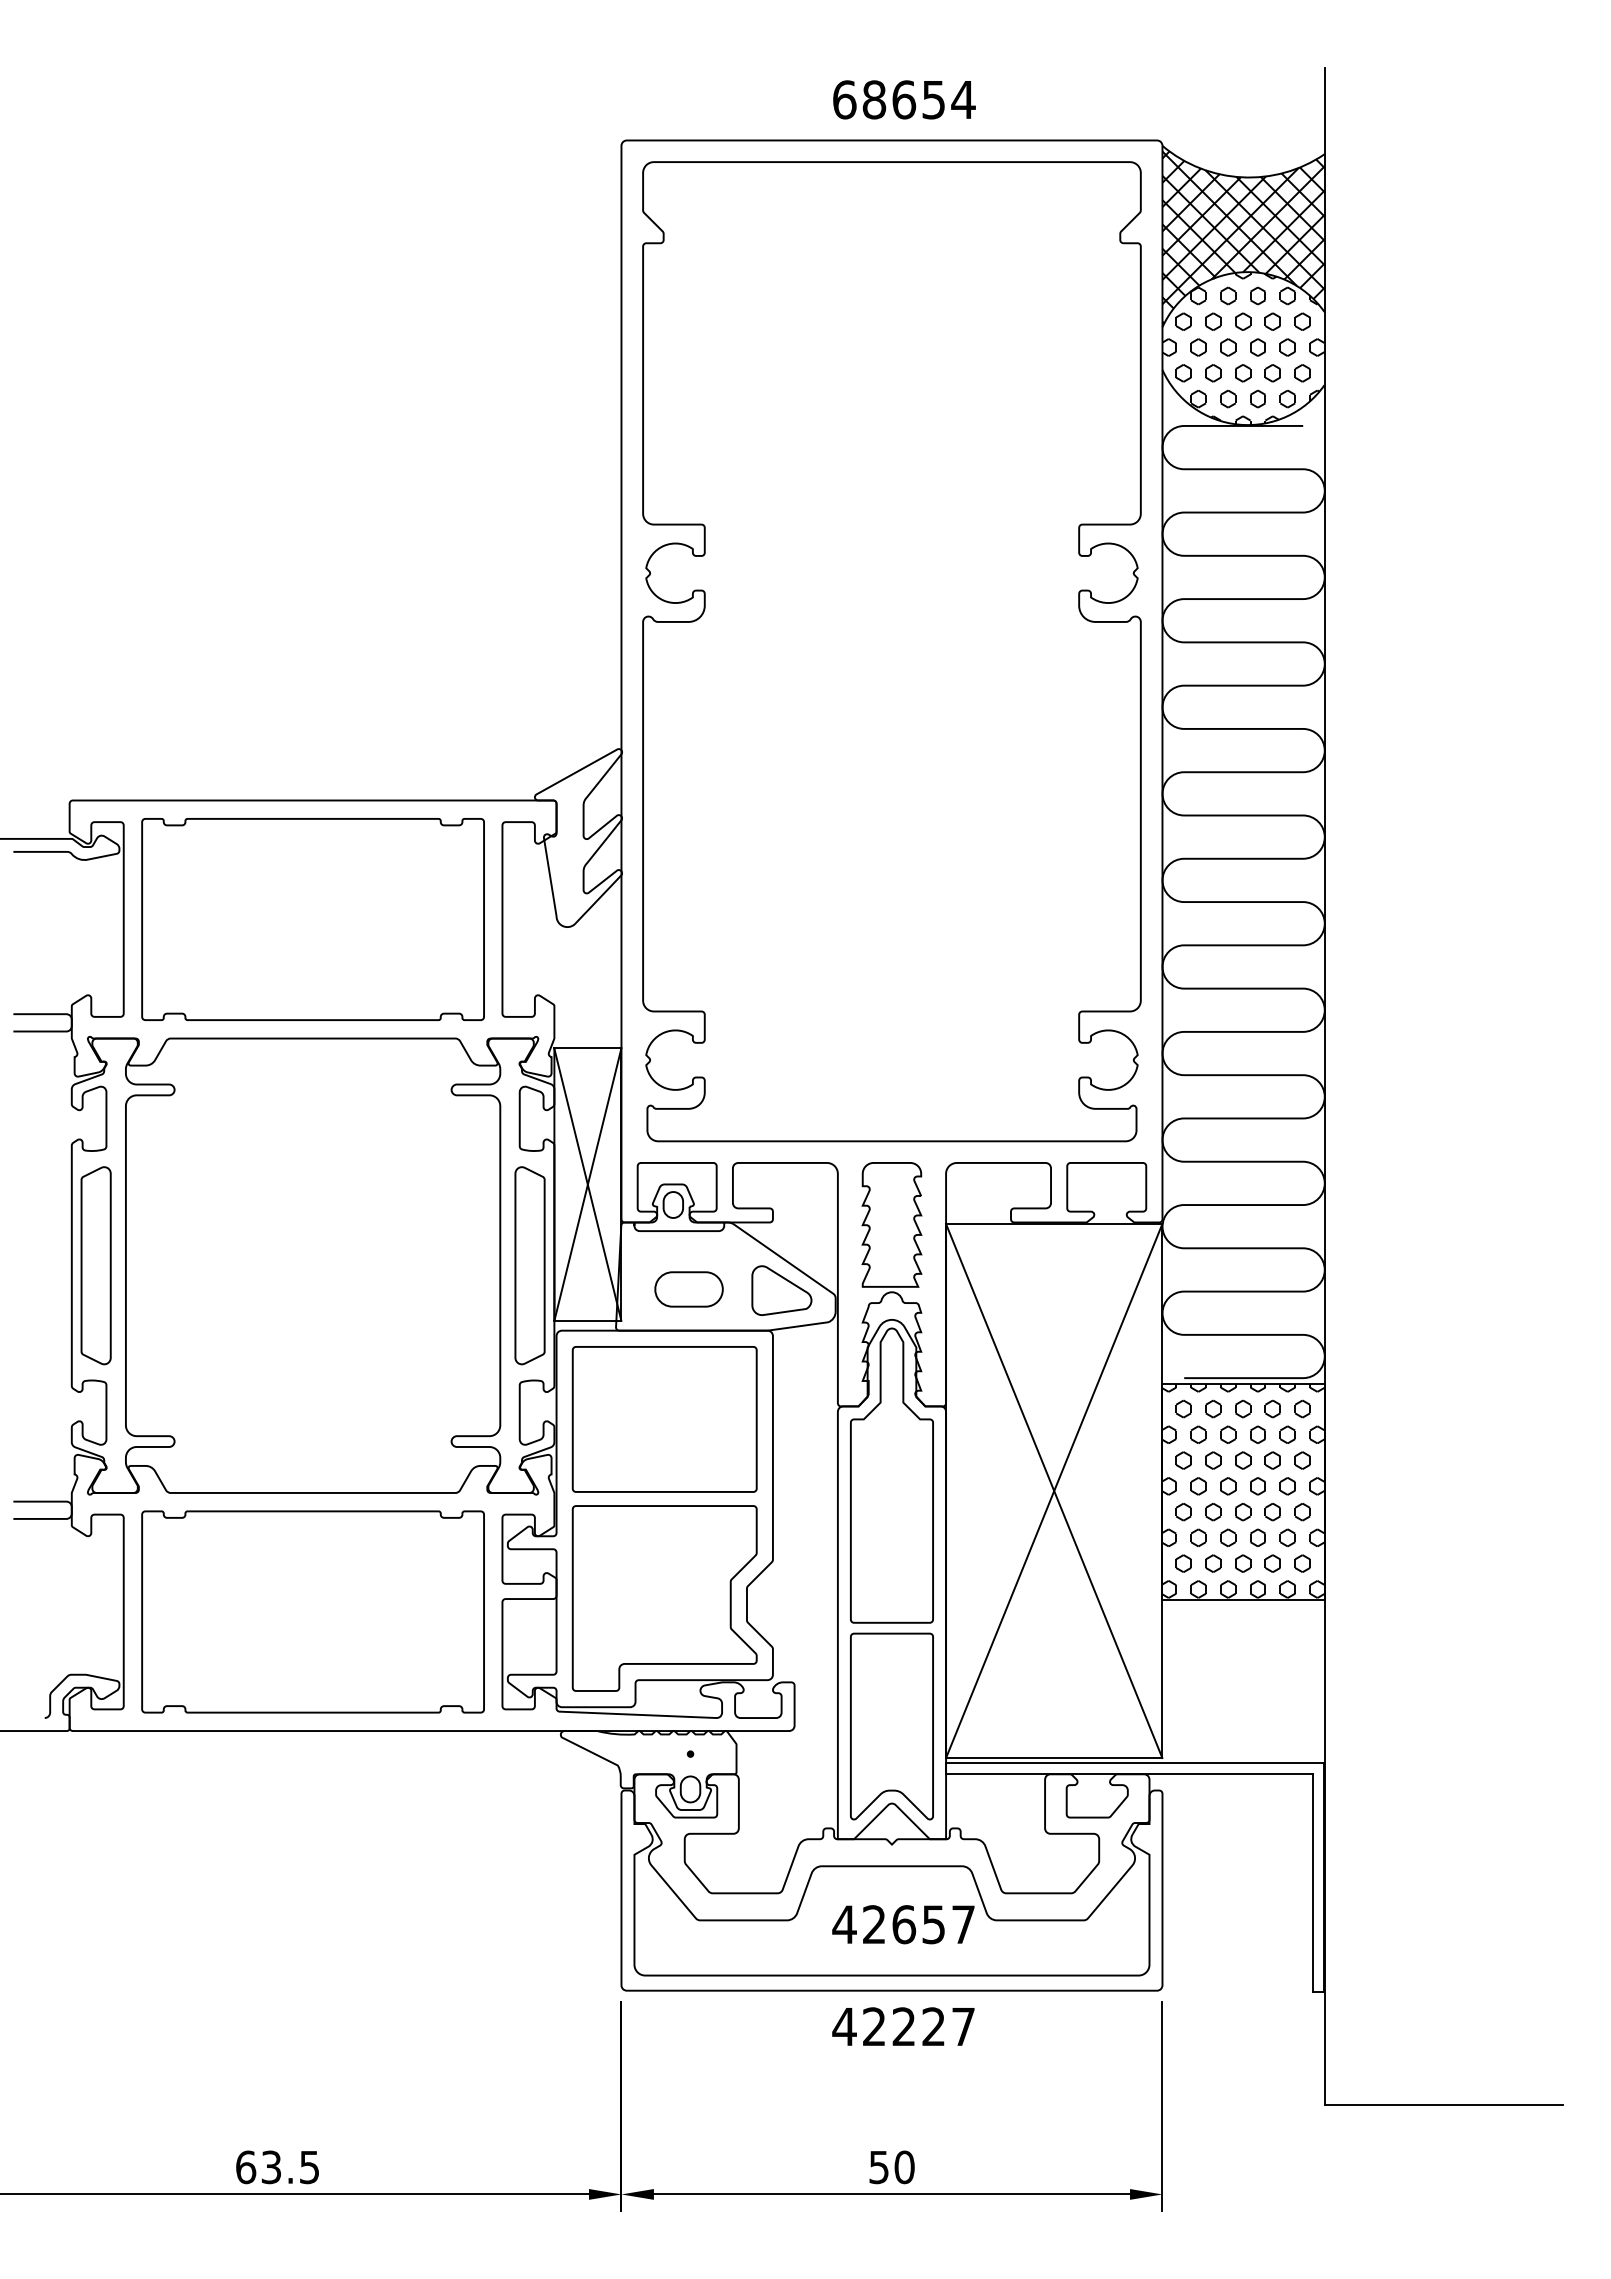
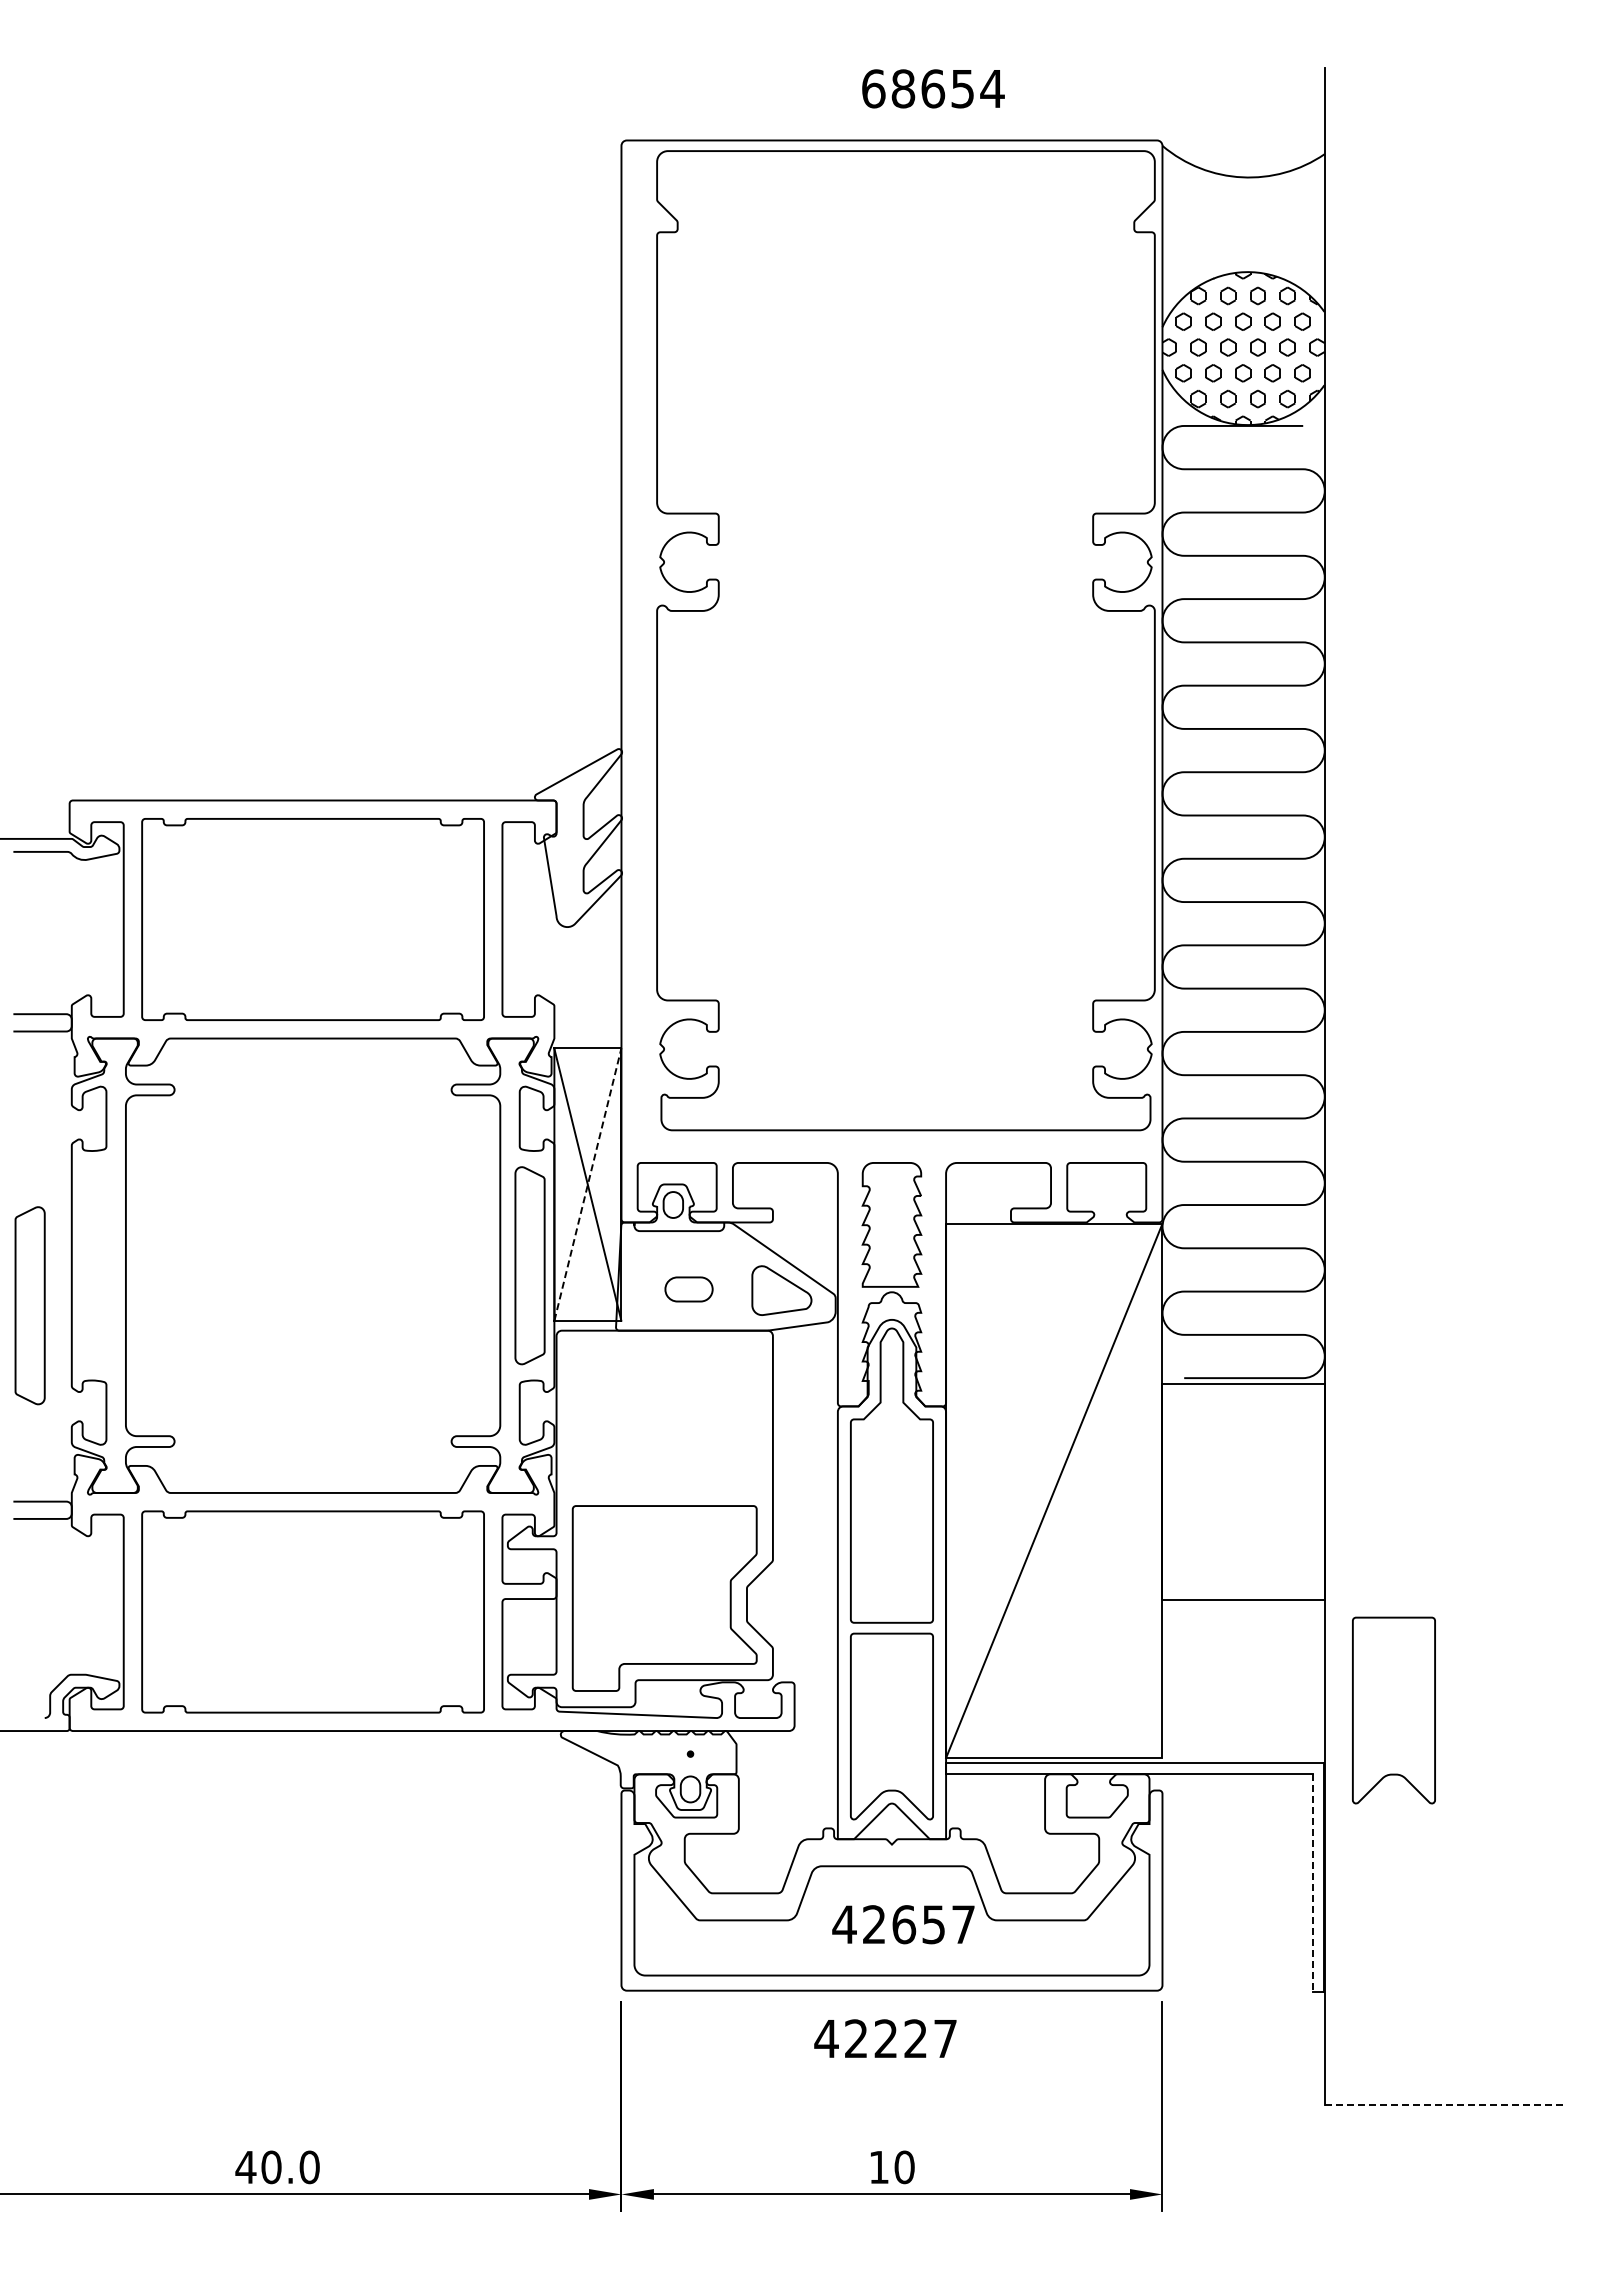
text at (904, 99) position: (904, 99) -> (933, 88)
hatch at (1243, 237): present -> none
part at (891, 651) position: (891, 651) -> (905, 640)
line at (588, 1183): solid -> dashed
curve at (82, 1265) position: (82, 1265) -> (16, 1305)
part at (688, 1289) size: 70x37 px -> 50x27 px
part at (664, 1419): present -> none
hatch at (1243, 1490): present -> none
line at (1054, 1491): present -> none
part at (1393, 1710): none -> present
line at (1313, 1882): solid -> dashed
text at (903, 2026) position: (903, 2026) -> (885, 2038)
line at (1443, 2105): solid -> dashed
text at (277, 2167): 63.5 -> 40.0
text at (878, 2167): 50 -> 10
